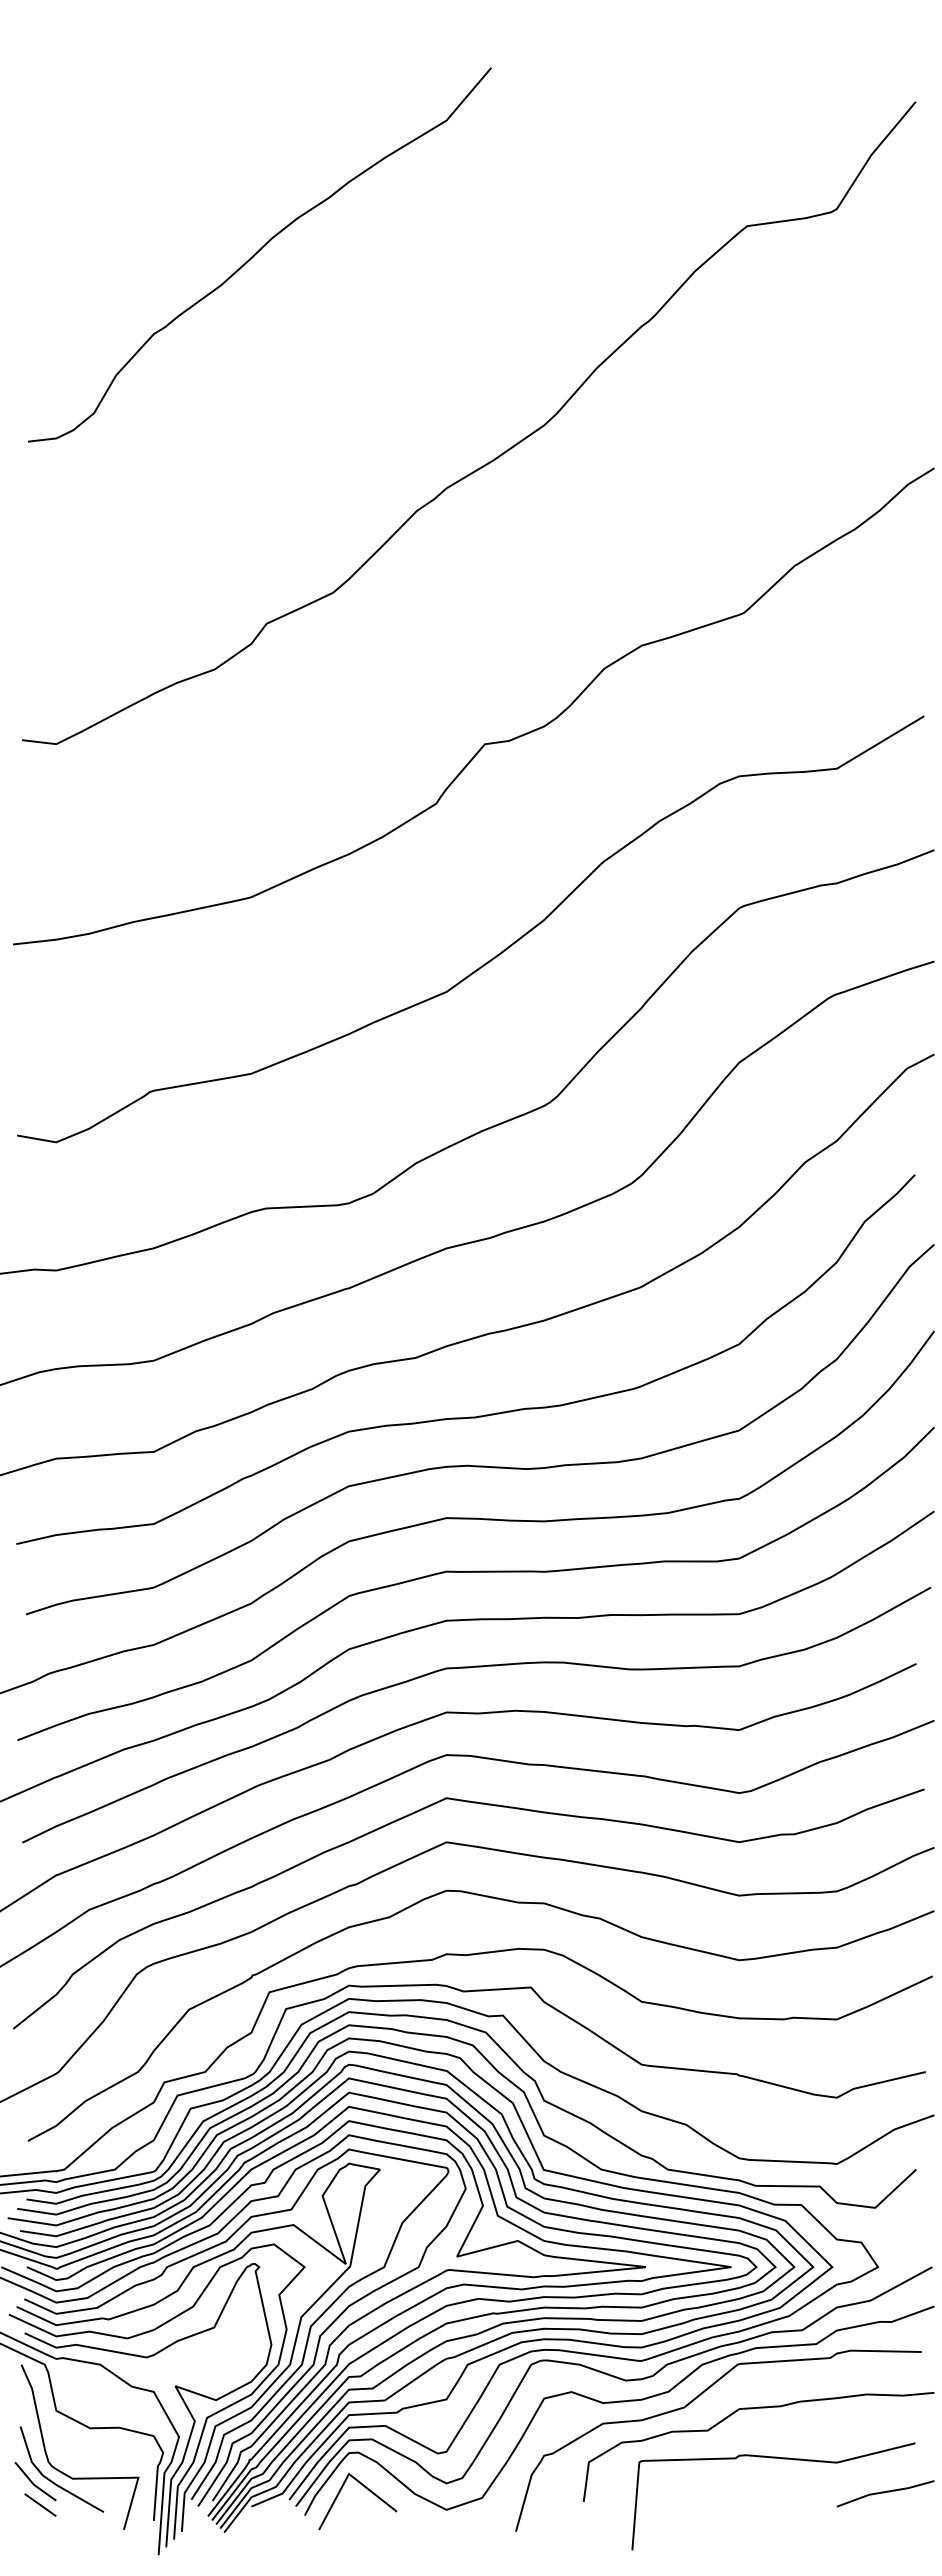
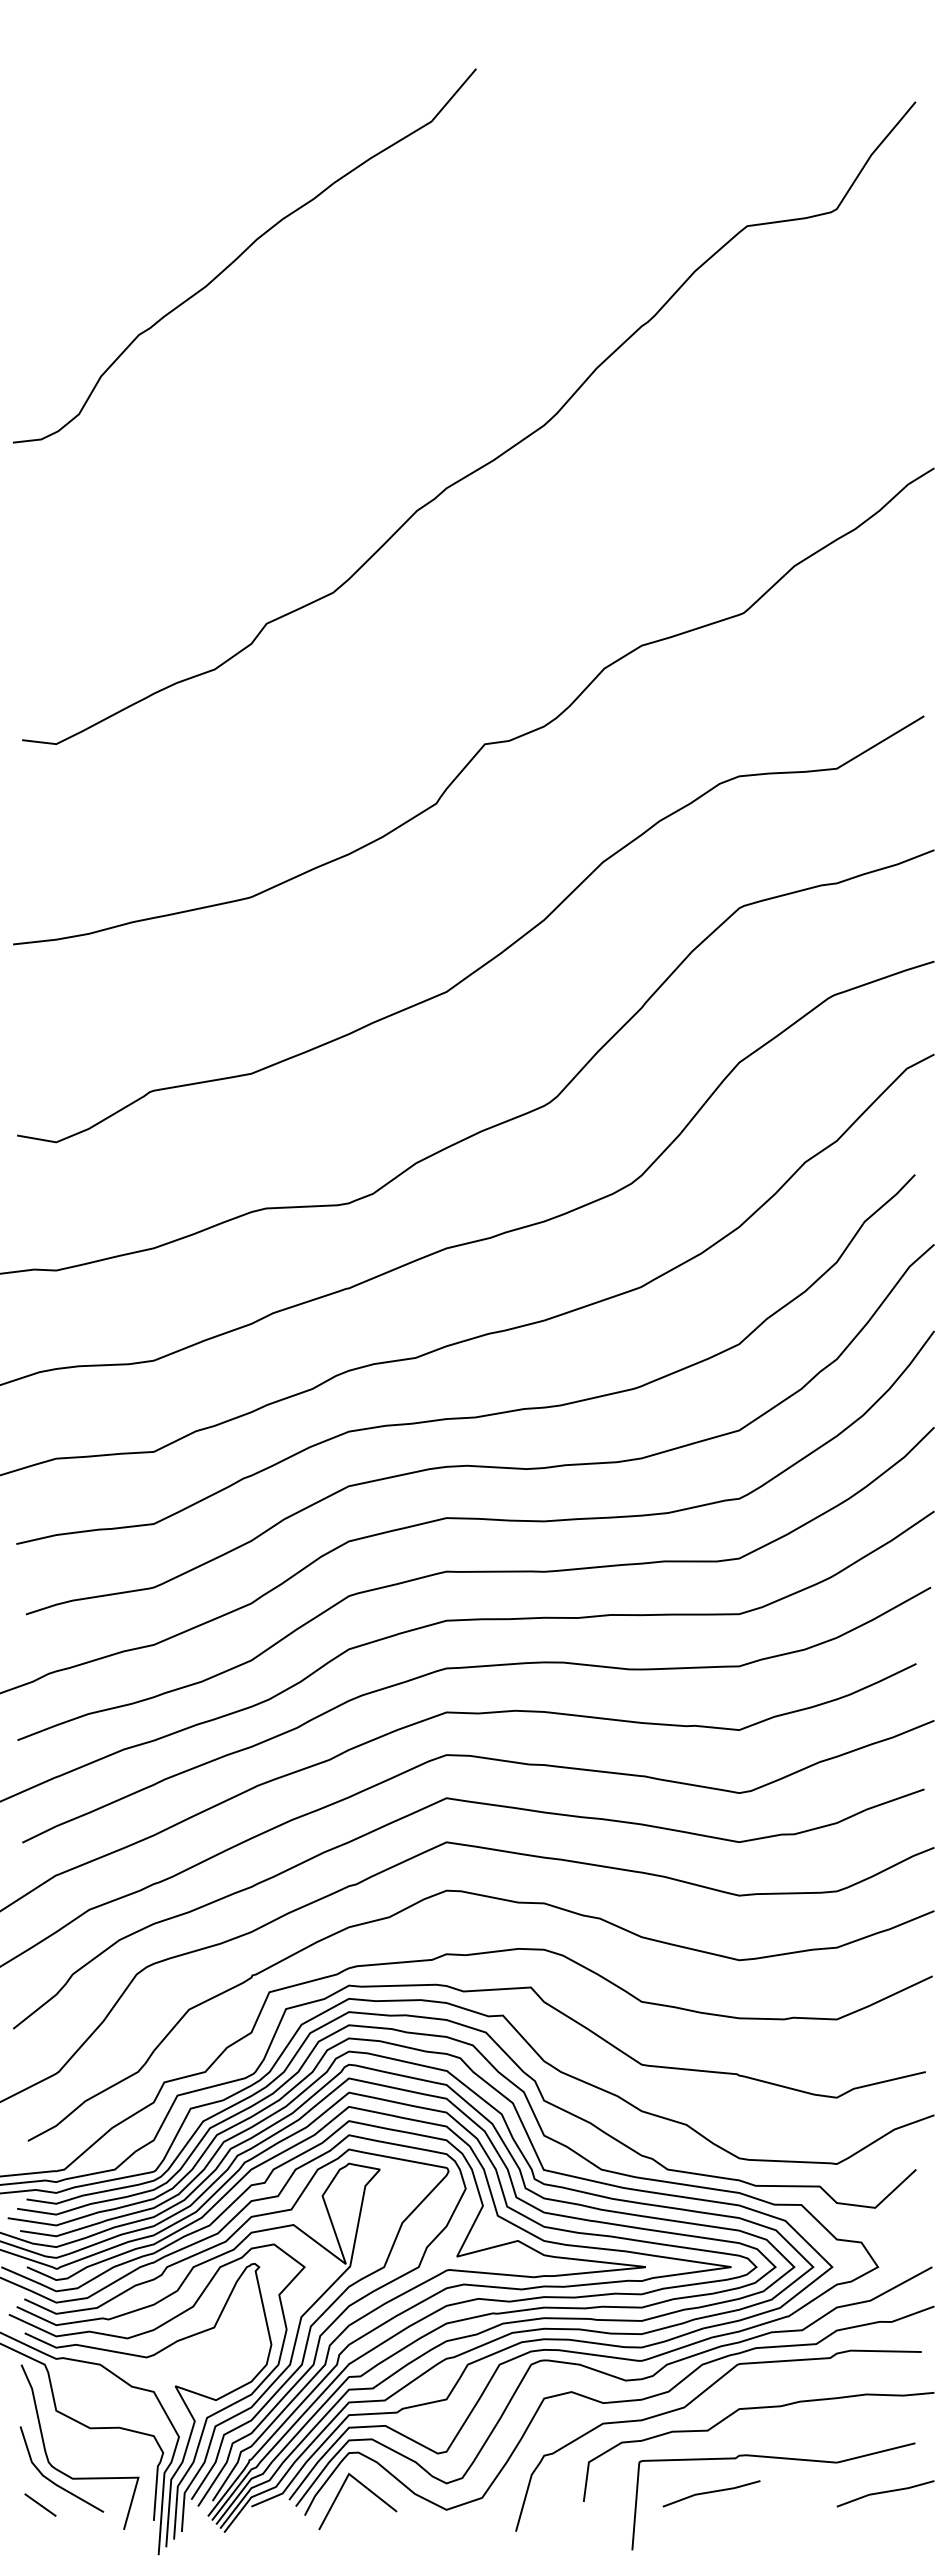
curve at (258, 252) position: (258, 252) -> (243, 253)
line at (33, 2482): present -> none
line at (711, 2492): none -> present
